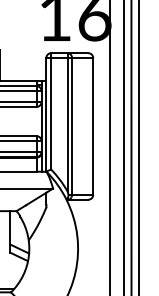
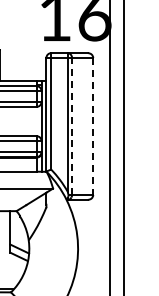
line at (72, 125): solid -> dashed
line at (93, 126): solid -> dashed
line at (131, 147): present -> none
line at (139, 147): present -> none
